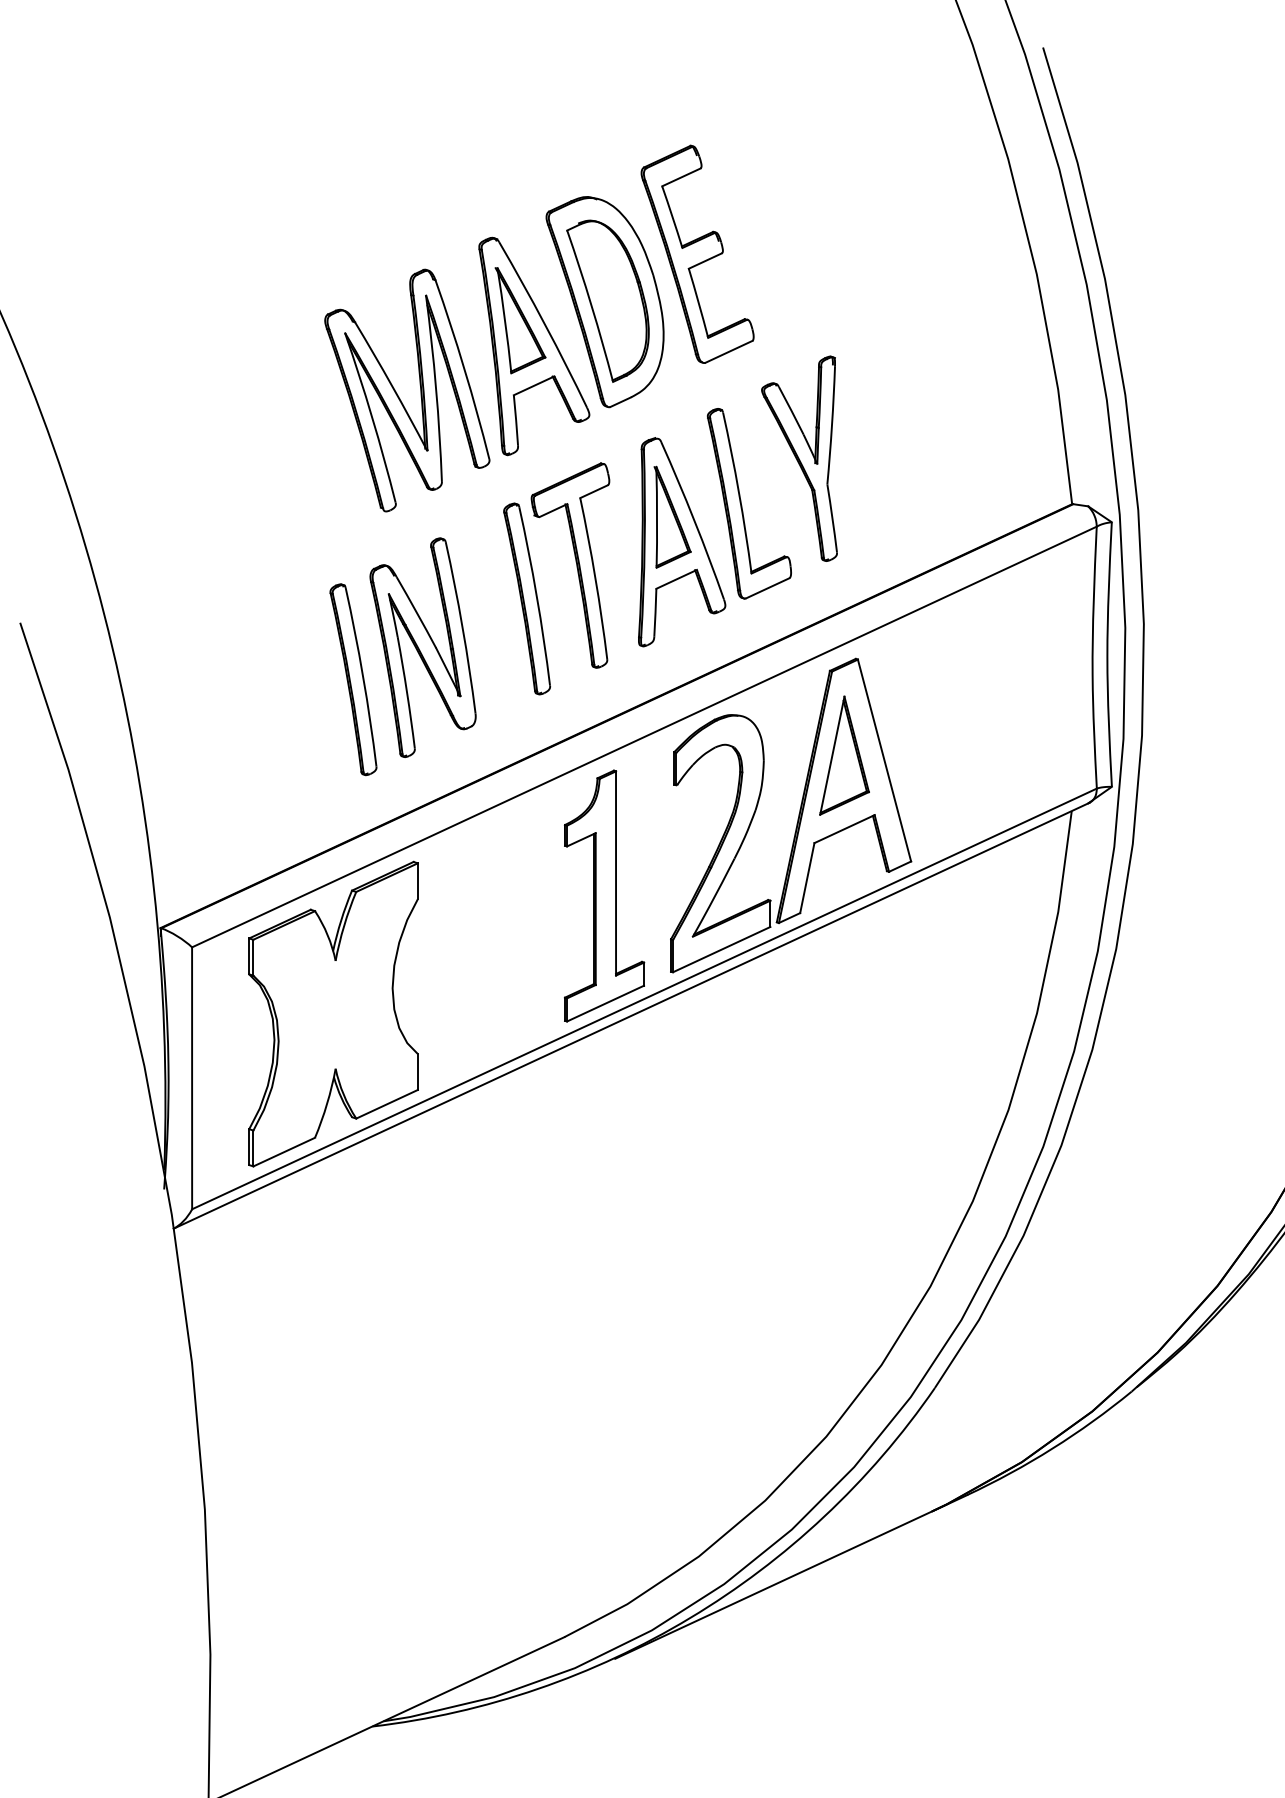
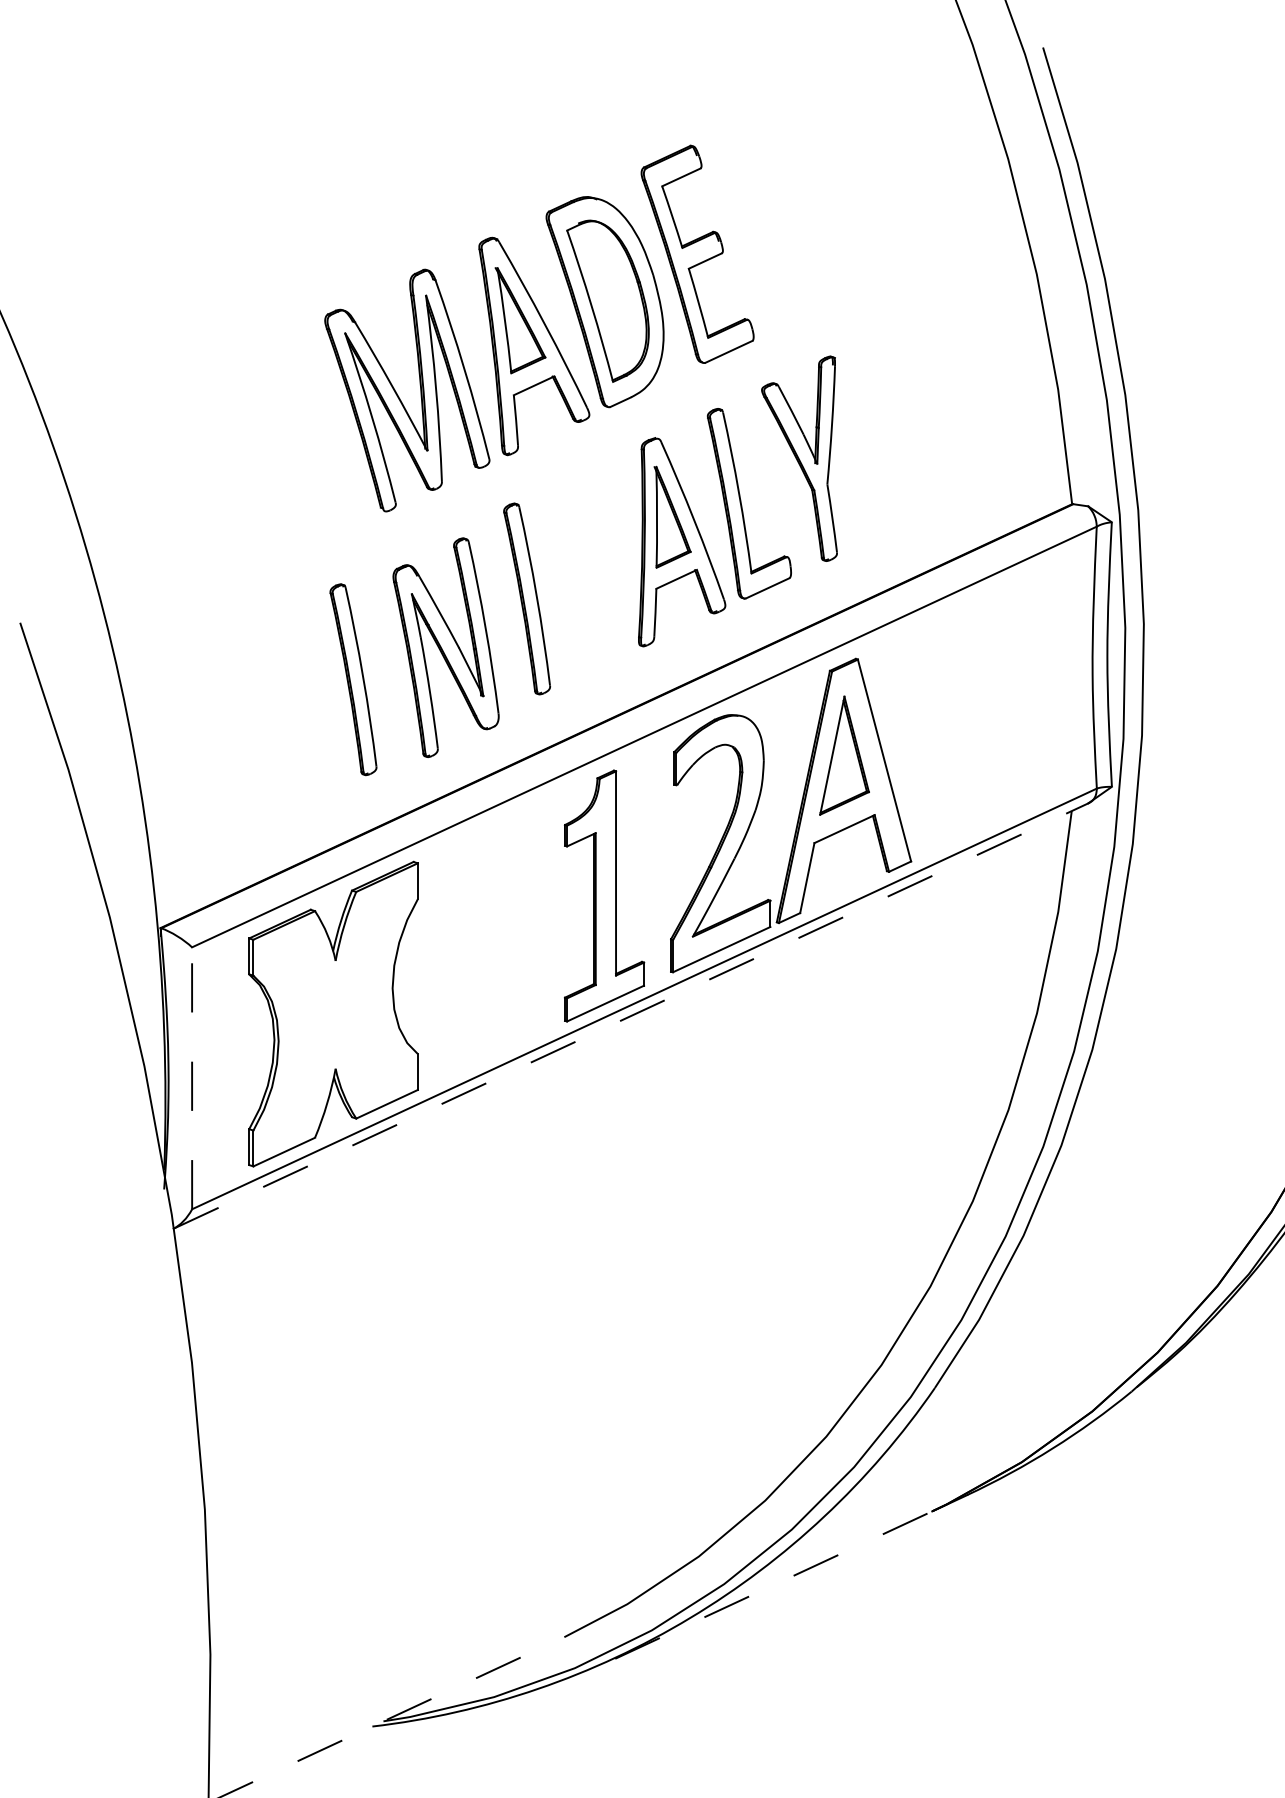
part at (570, 565): present -> none
part at (422, 647) position: (422, 647) -> (445, 647)
line at (631, 1015): solid -> dashed
line at (192, 1078): solid -> dashed
line at (773, 1585): solid -> dashed
line at (392, 1717): solid -> dashed
